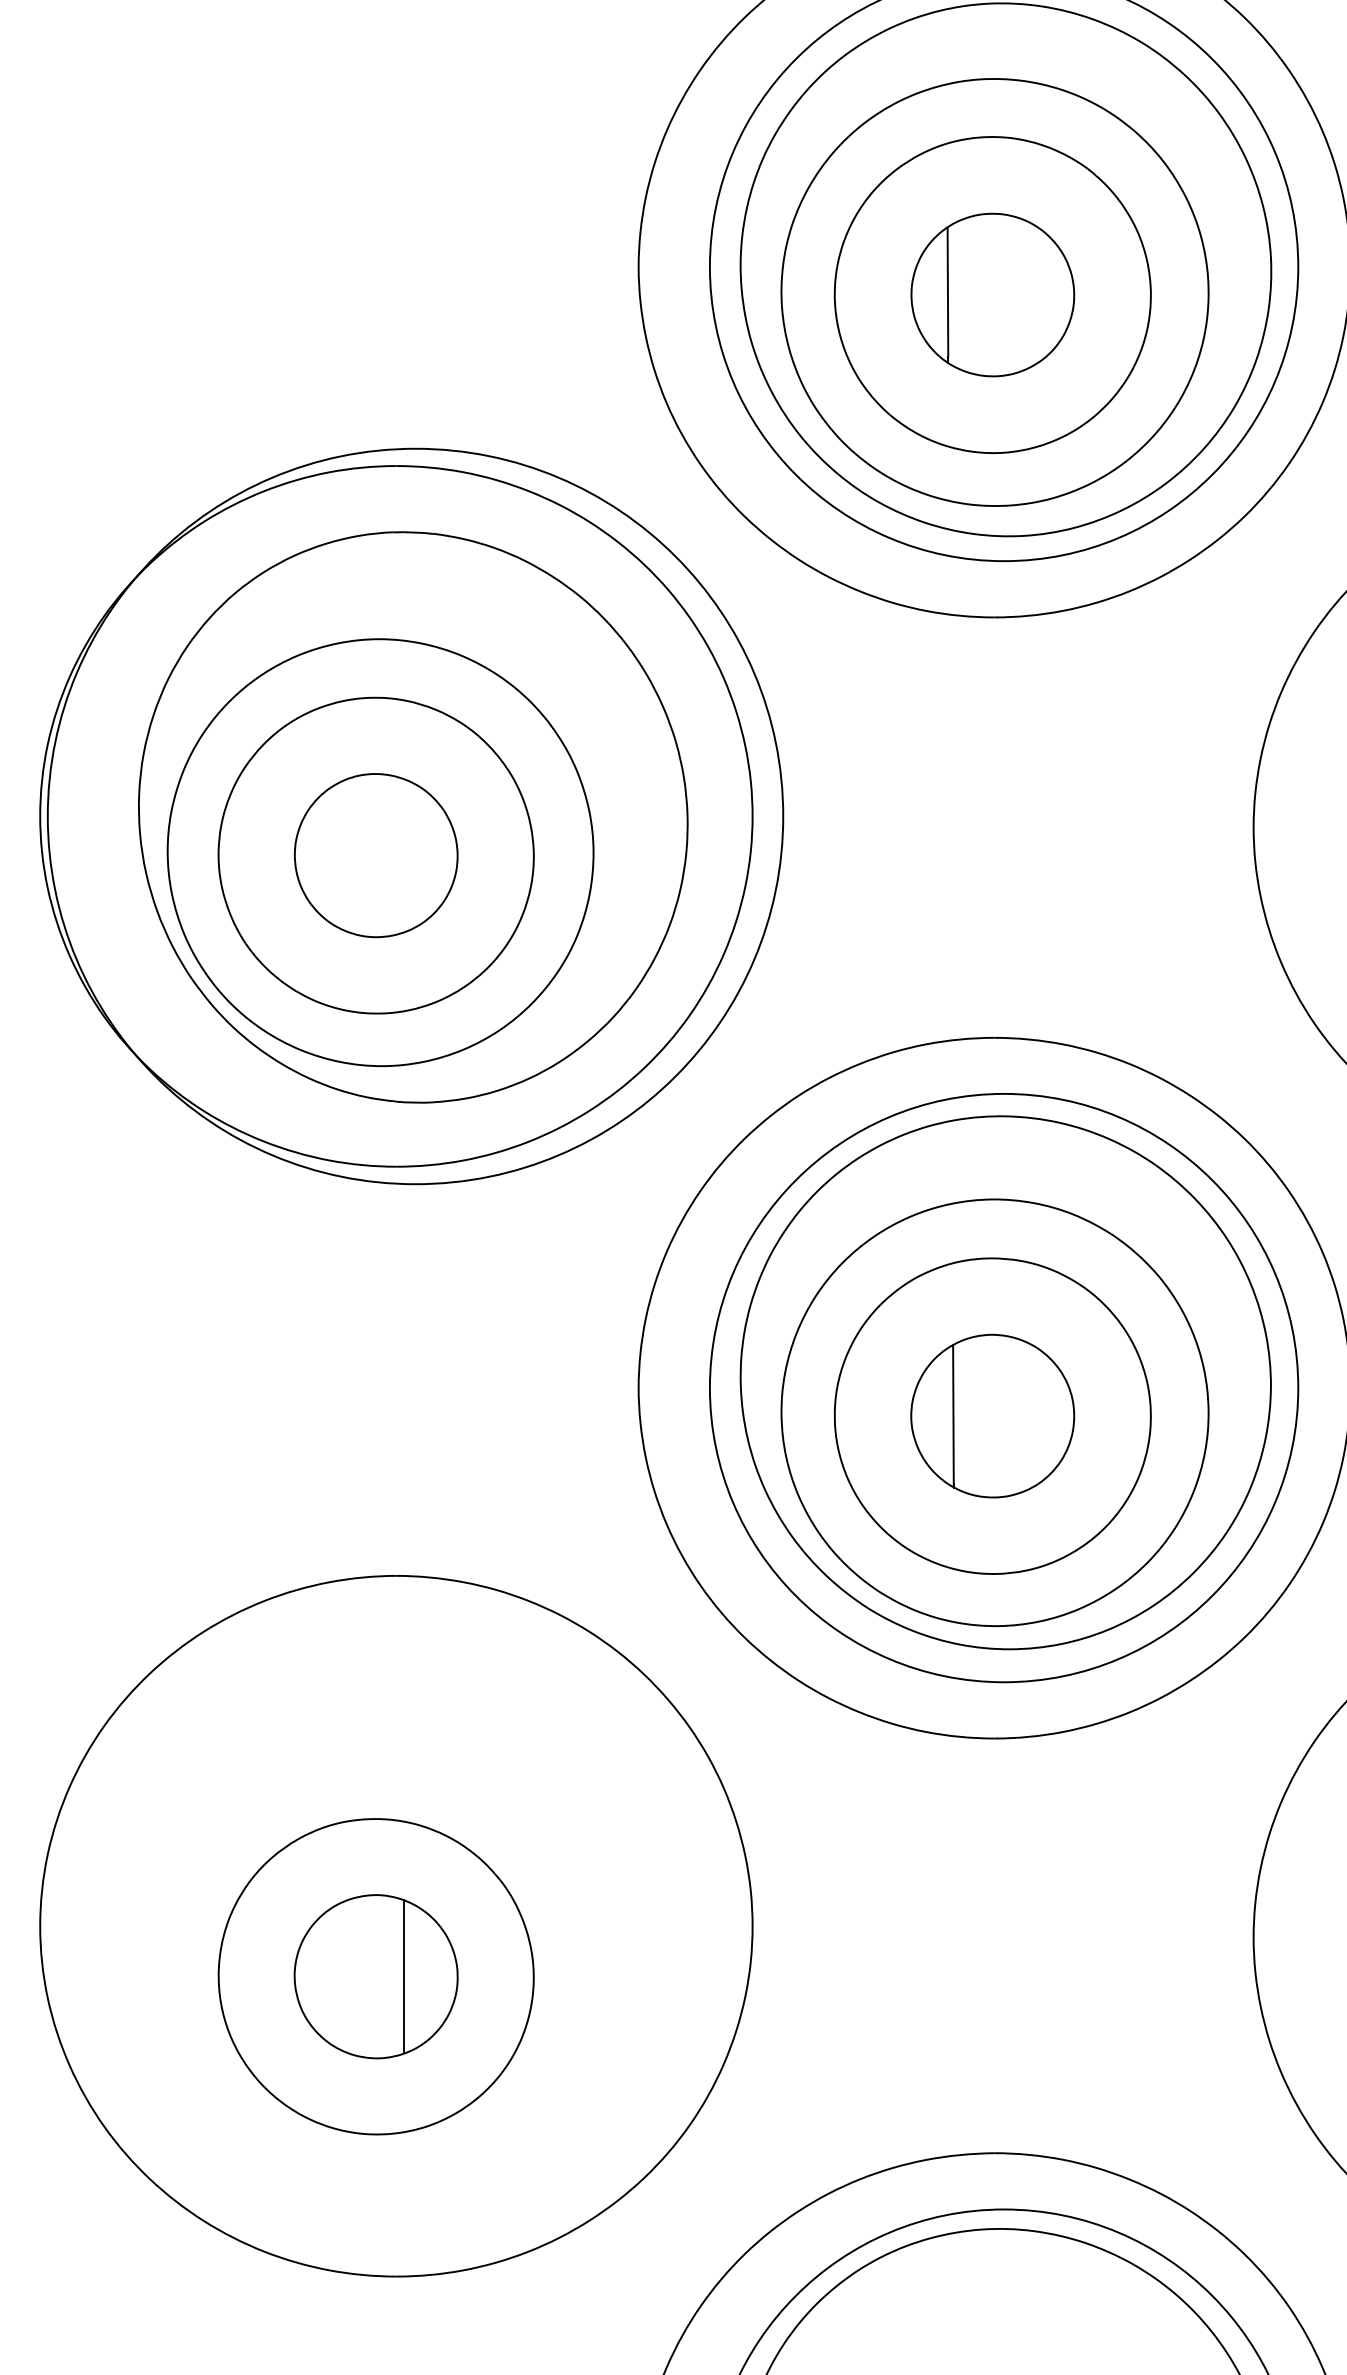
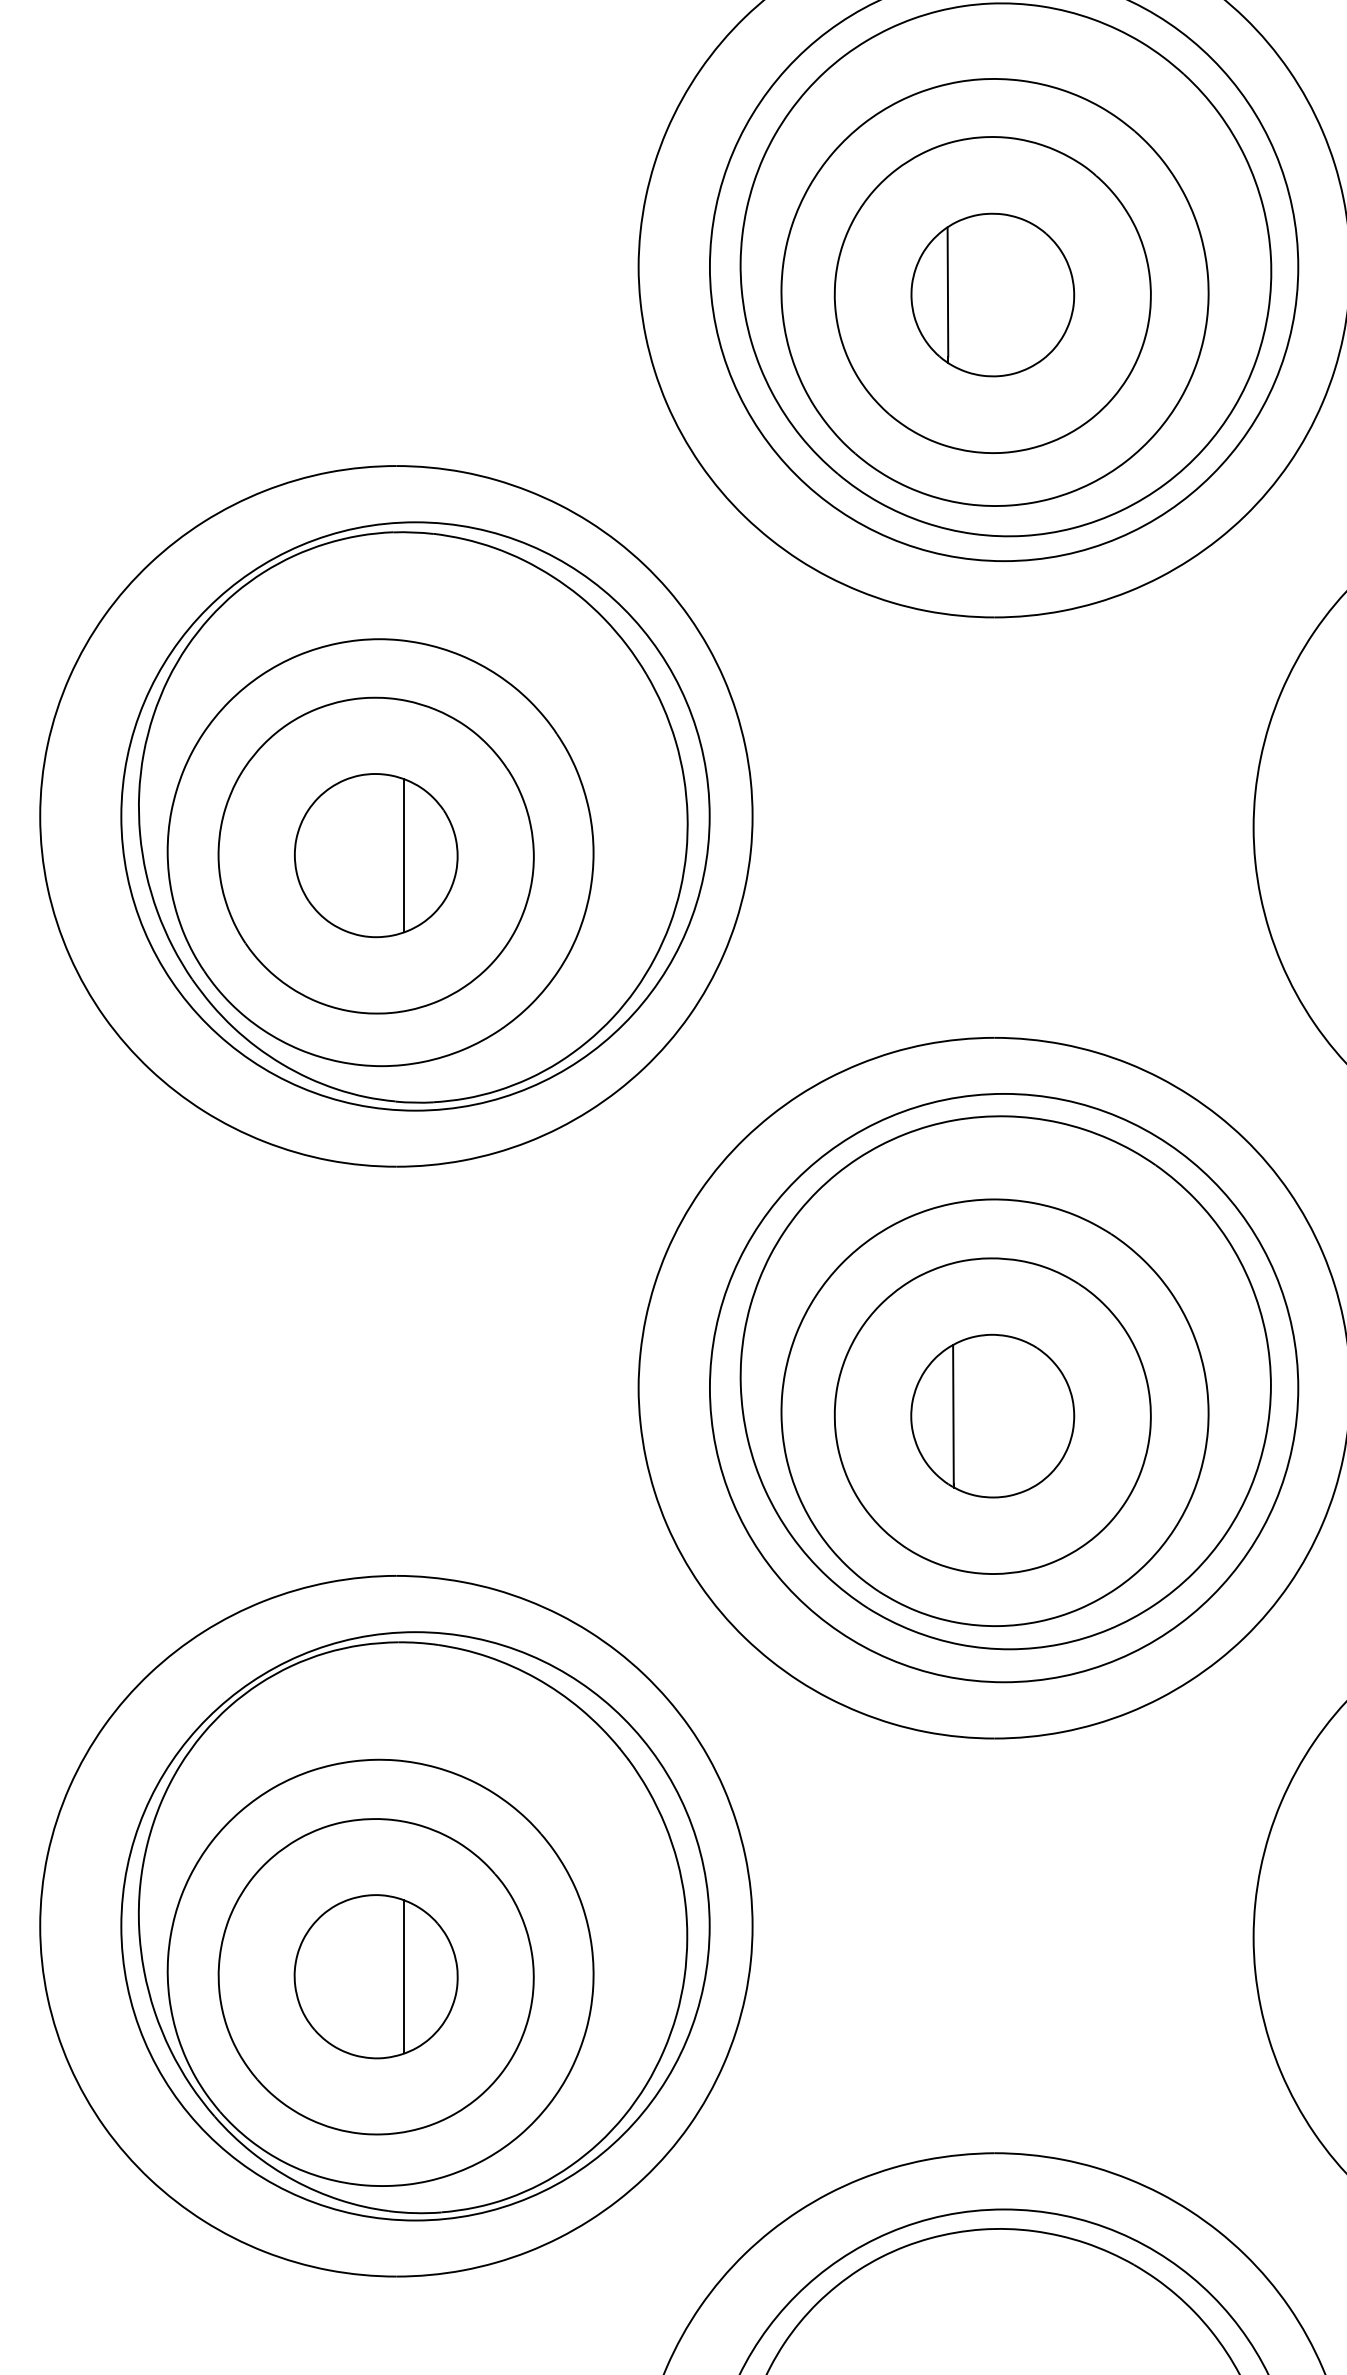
circle at (415, 816) diameter: 735 px -> 588 px
line at (404, 855): none -> present
part at (415, 1926): none -> present
